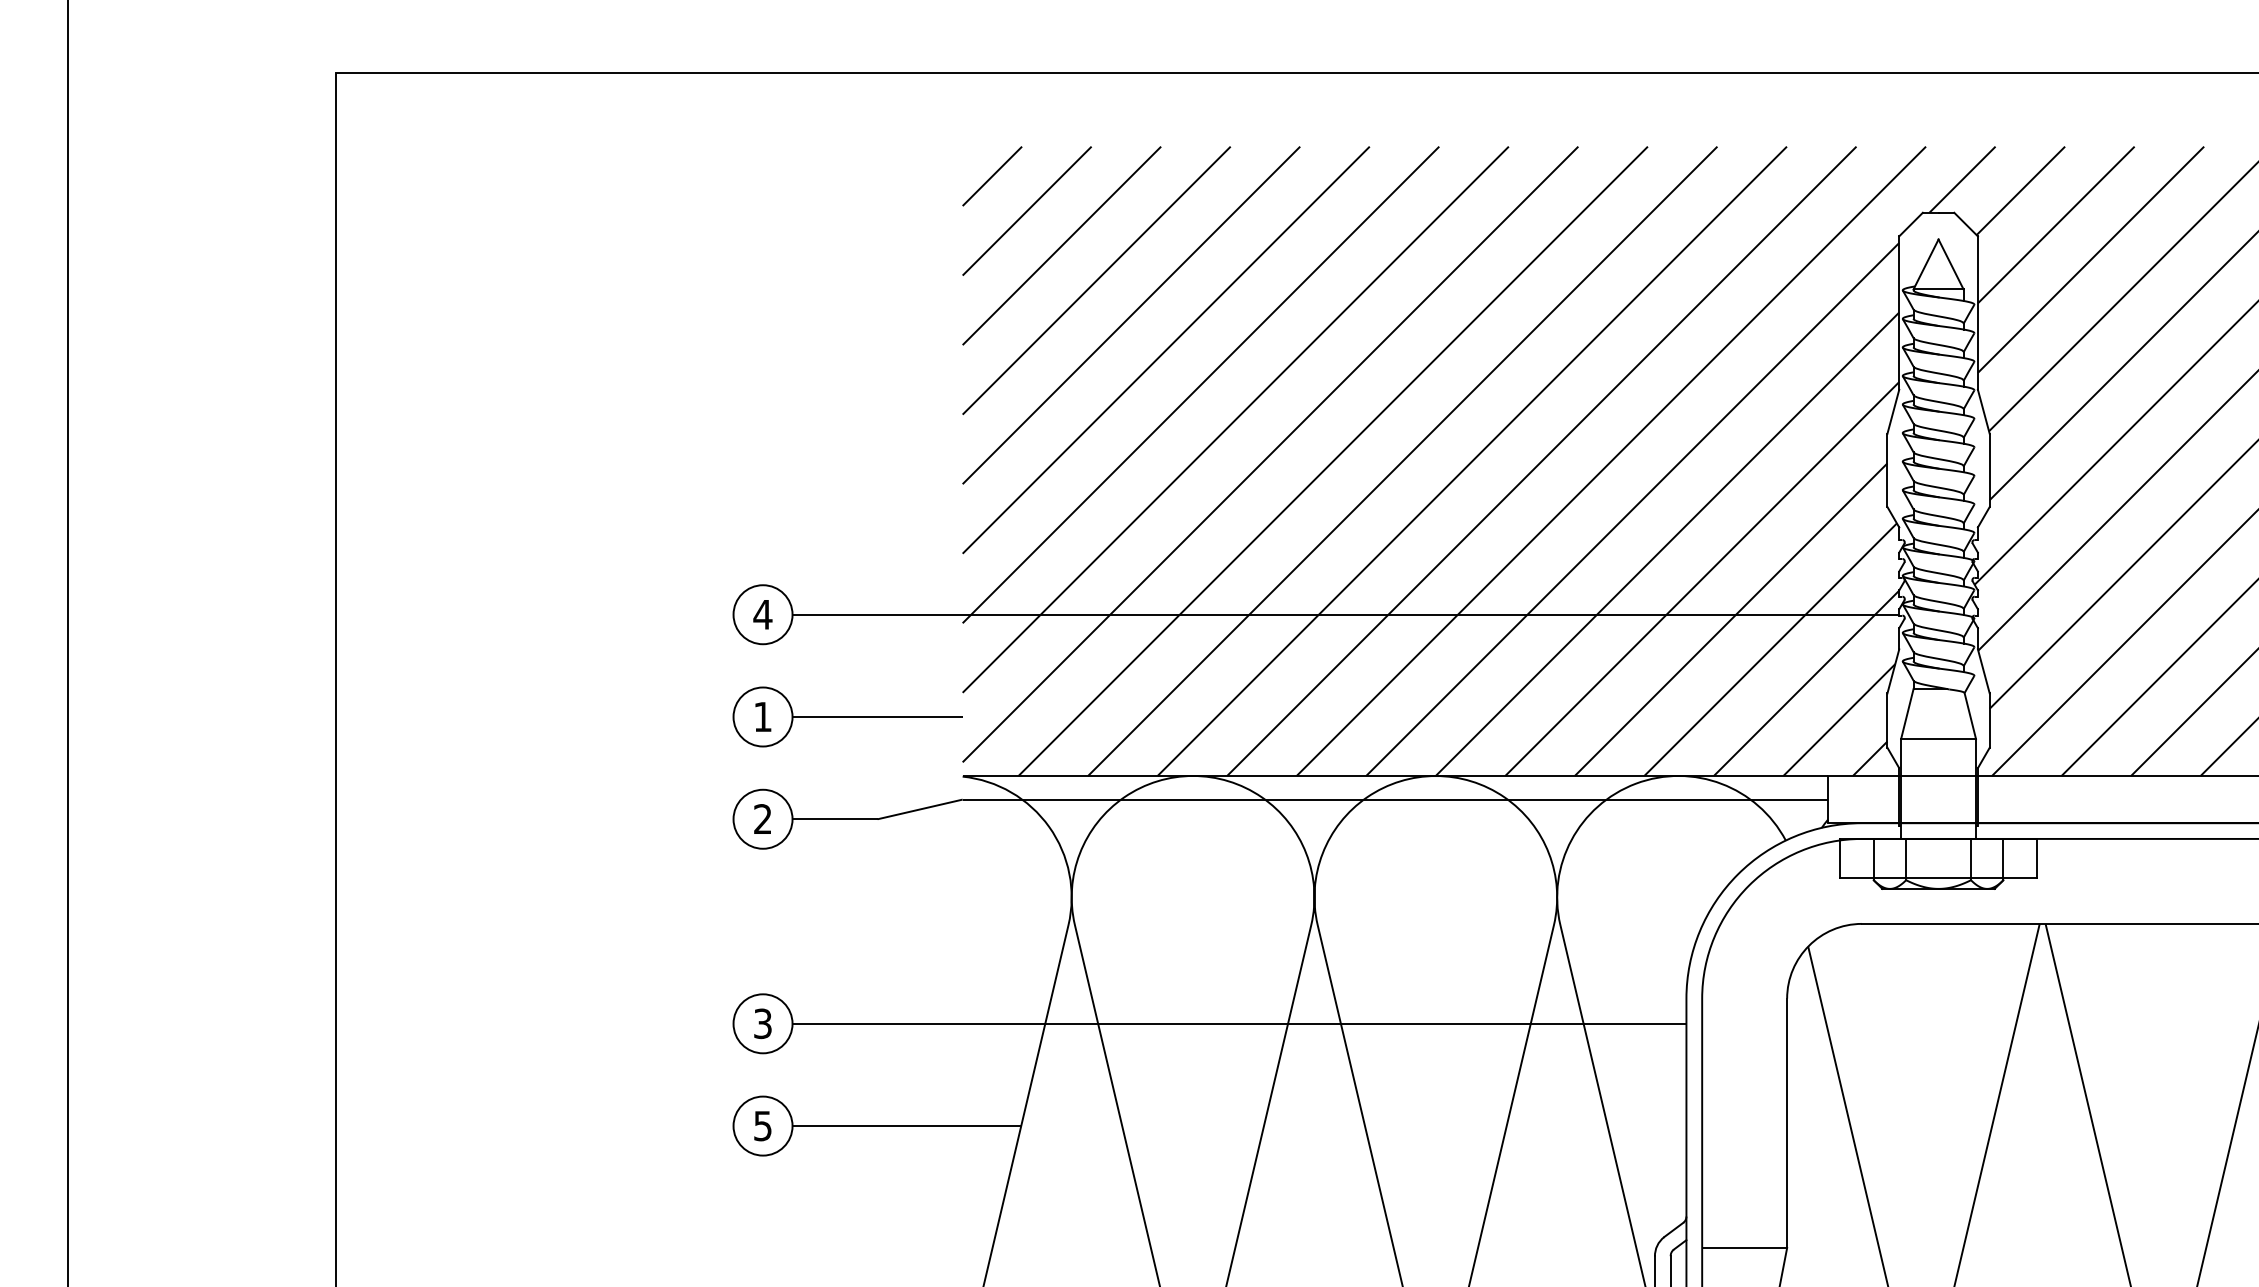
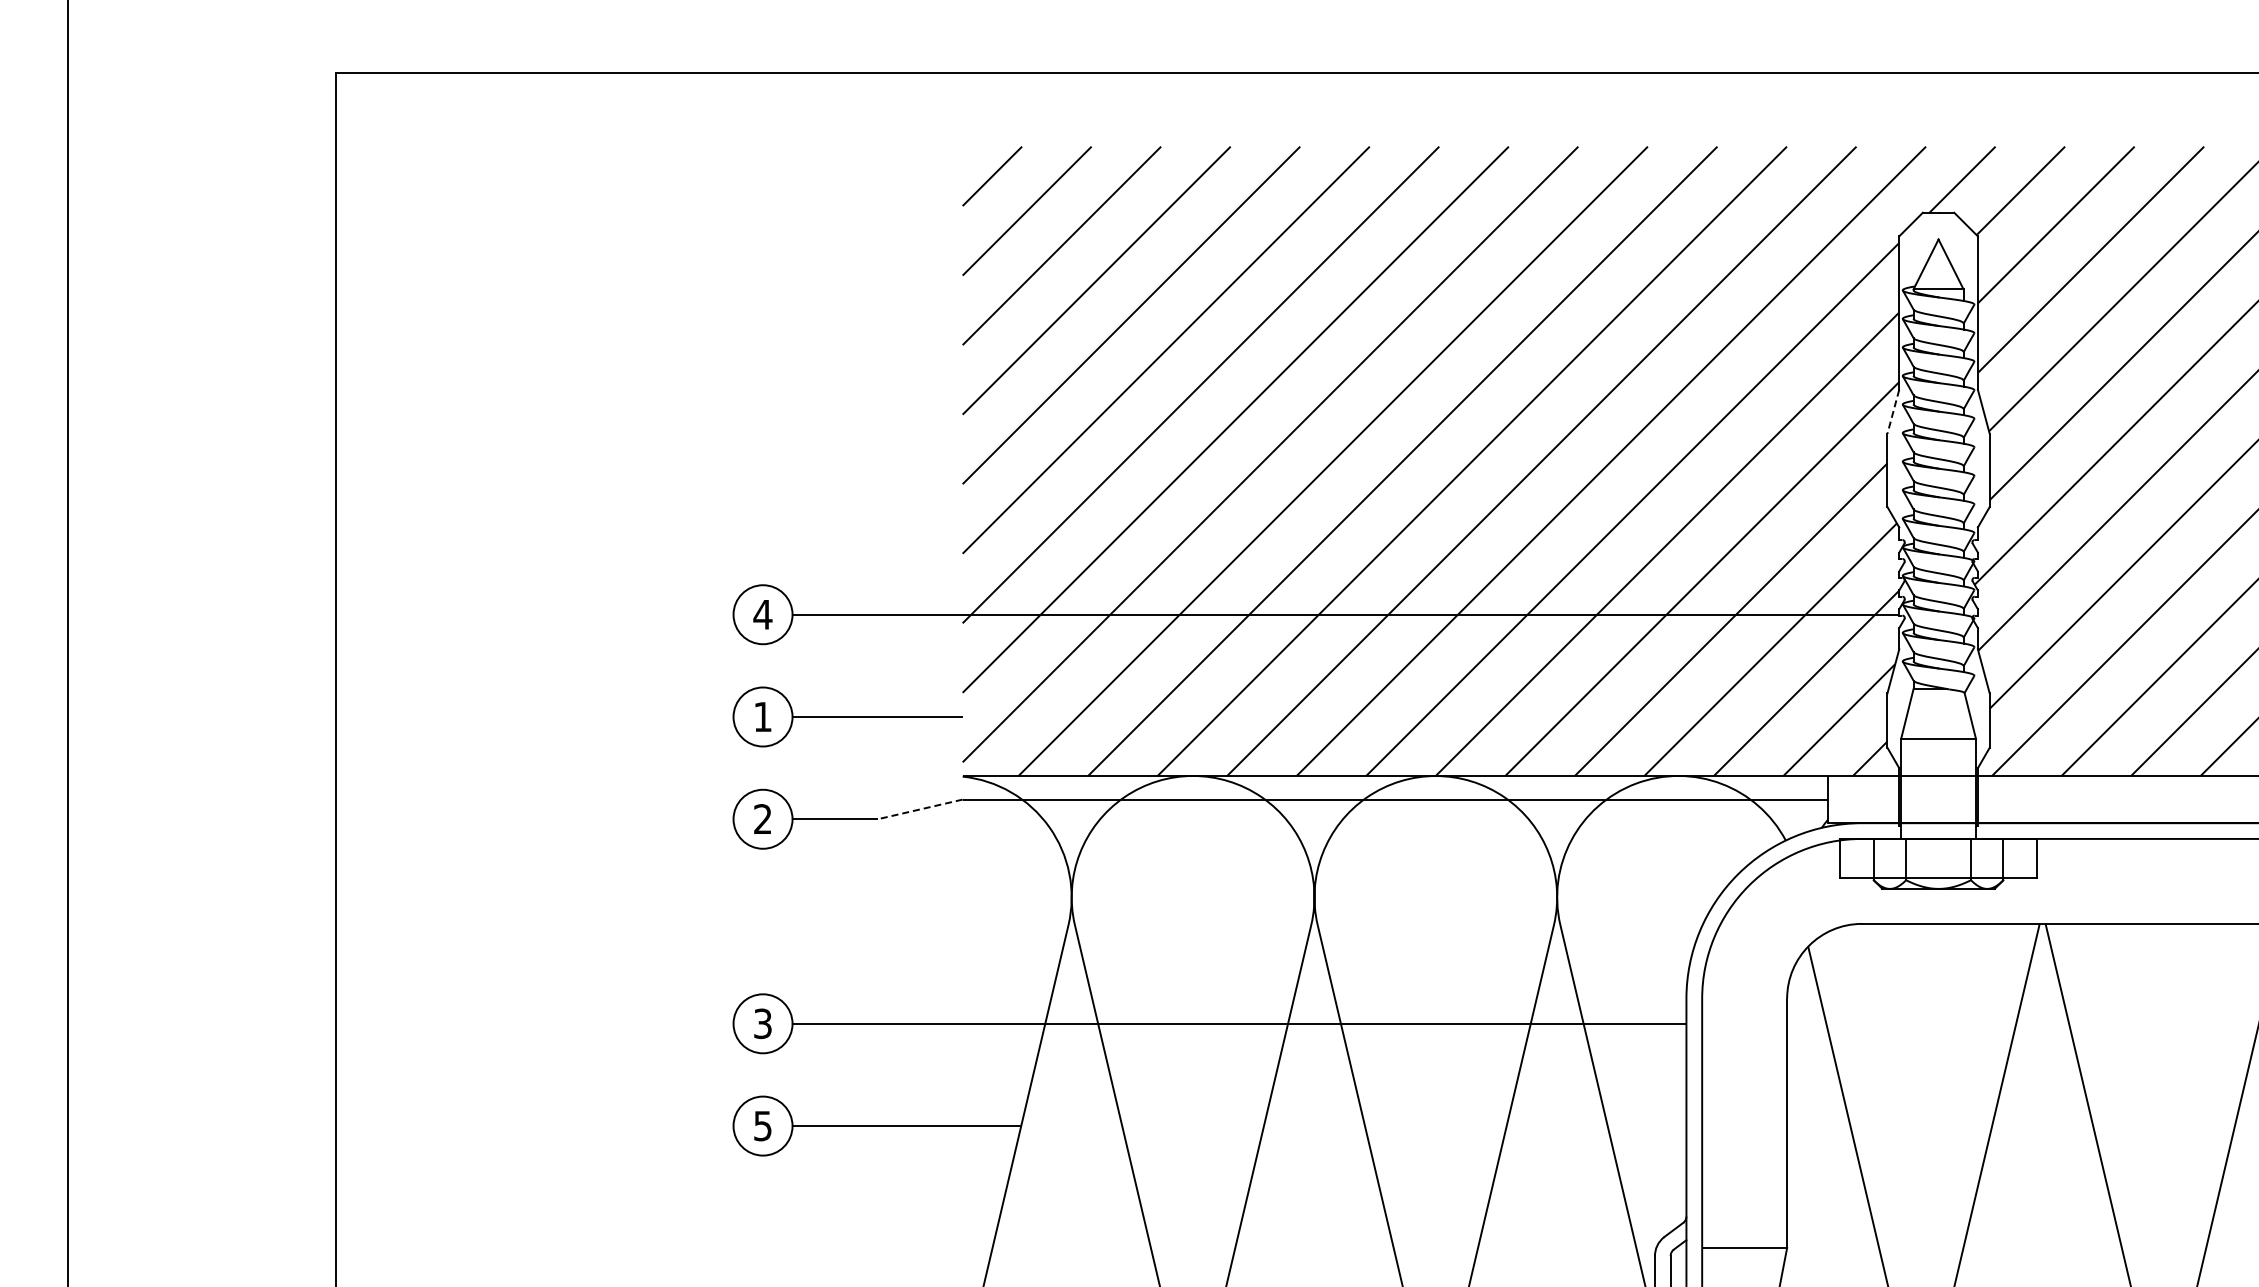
line at (1893, 411): solid -> dashed
line at (920, 809): solid -> dashed
